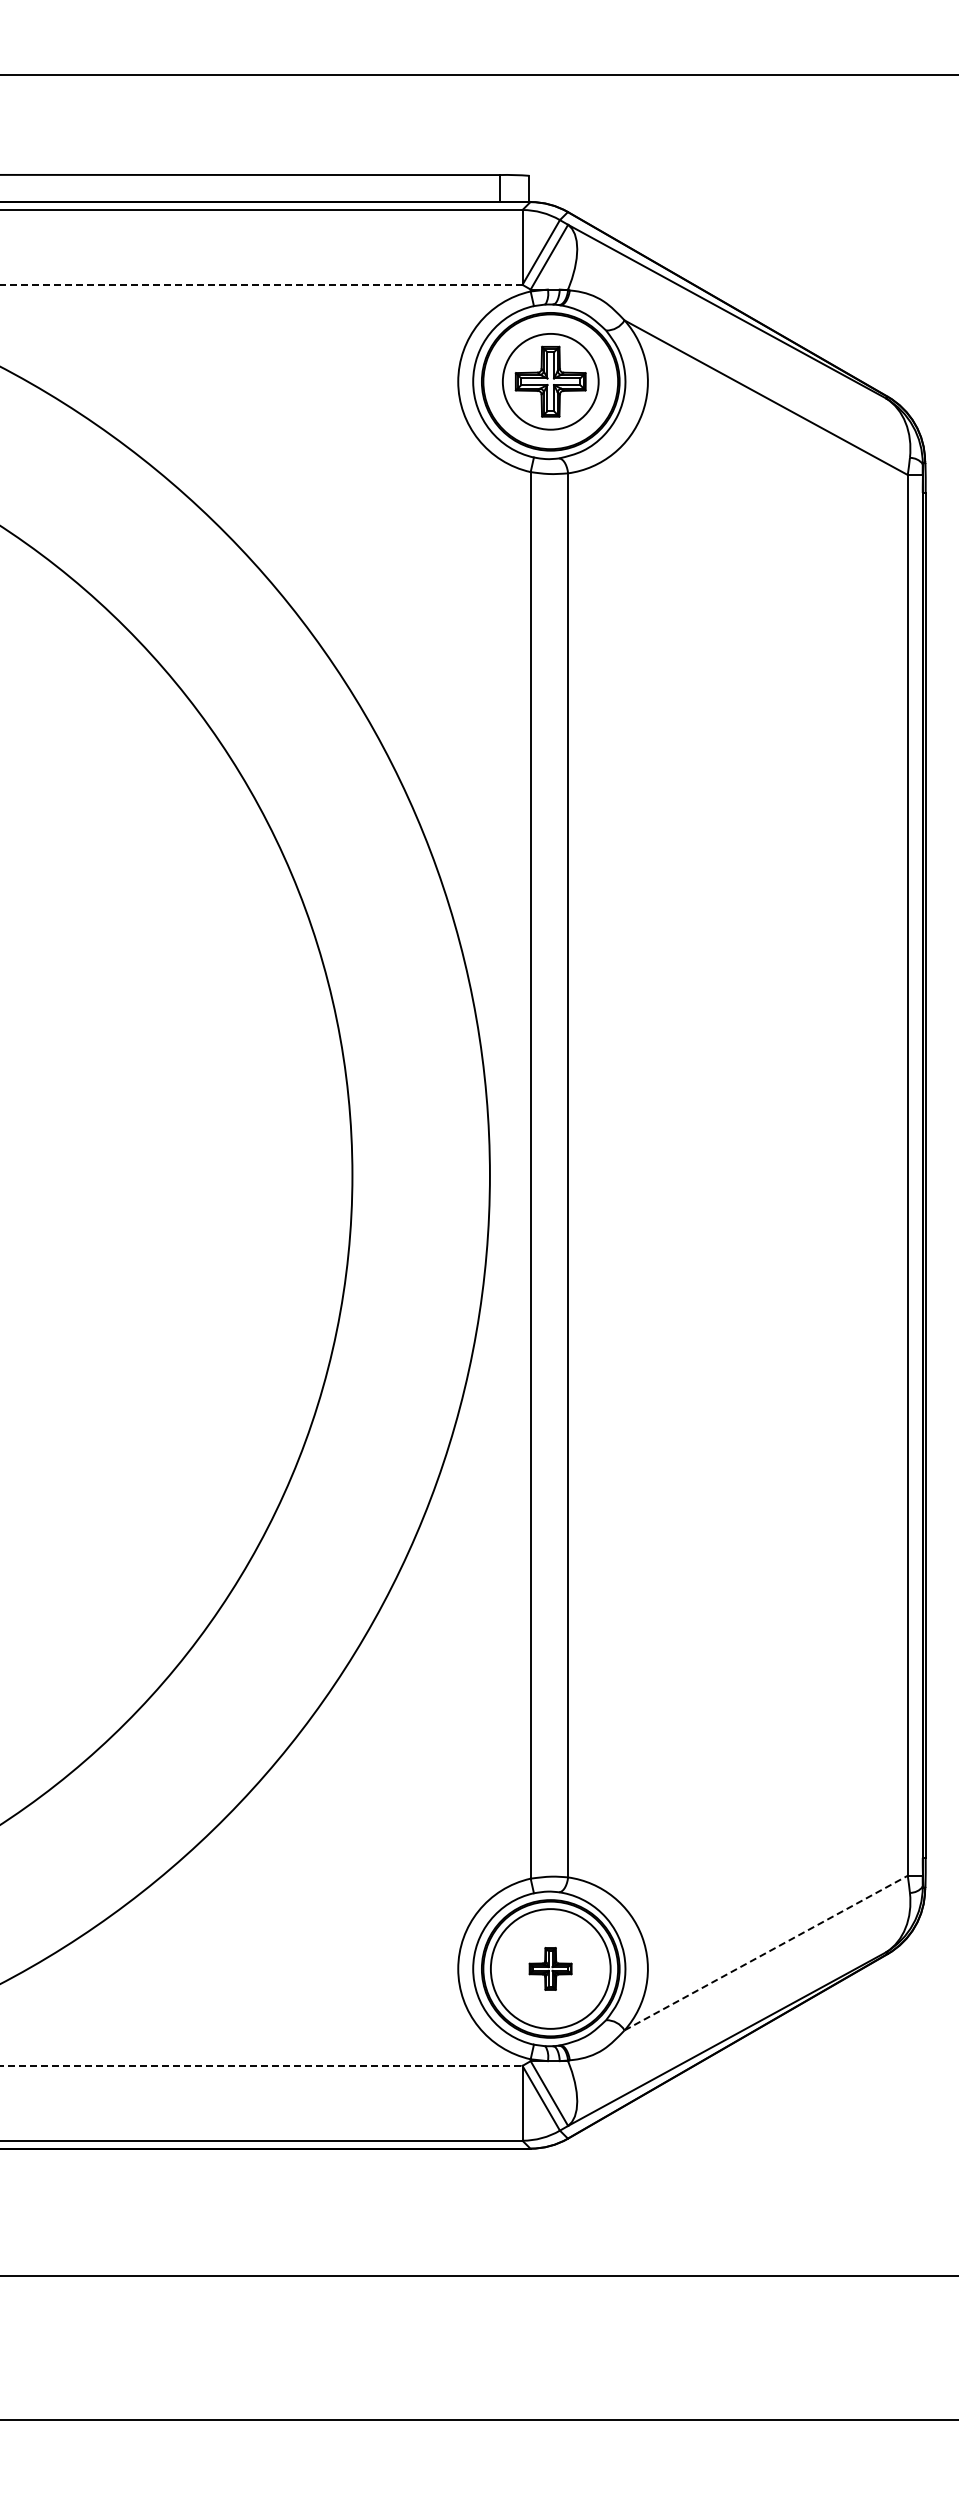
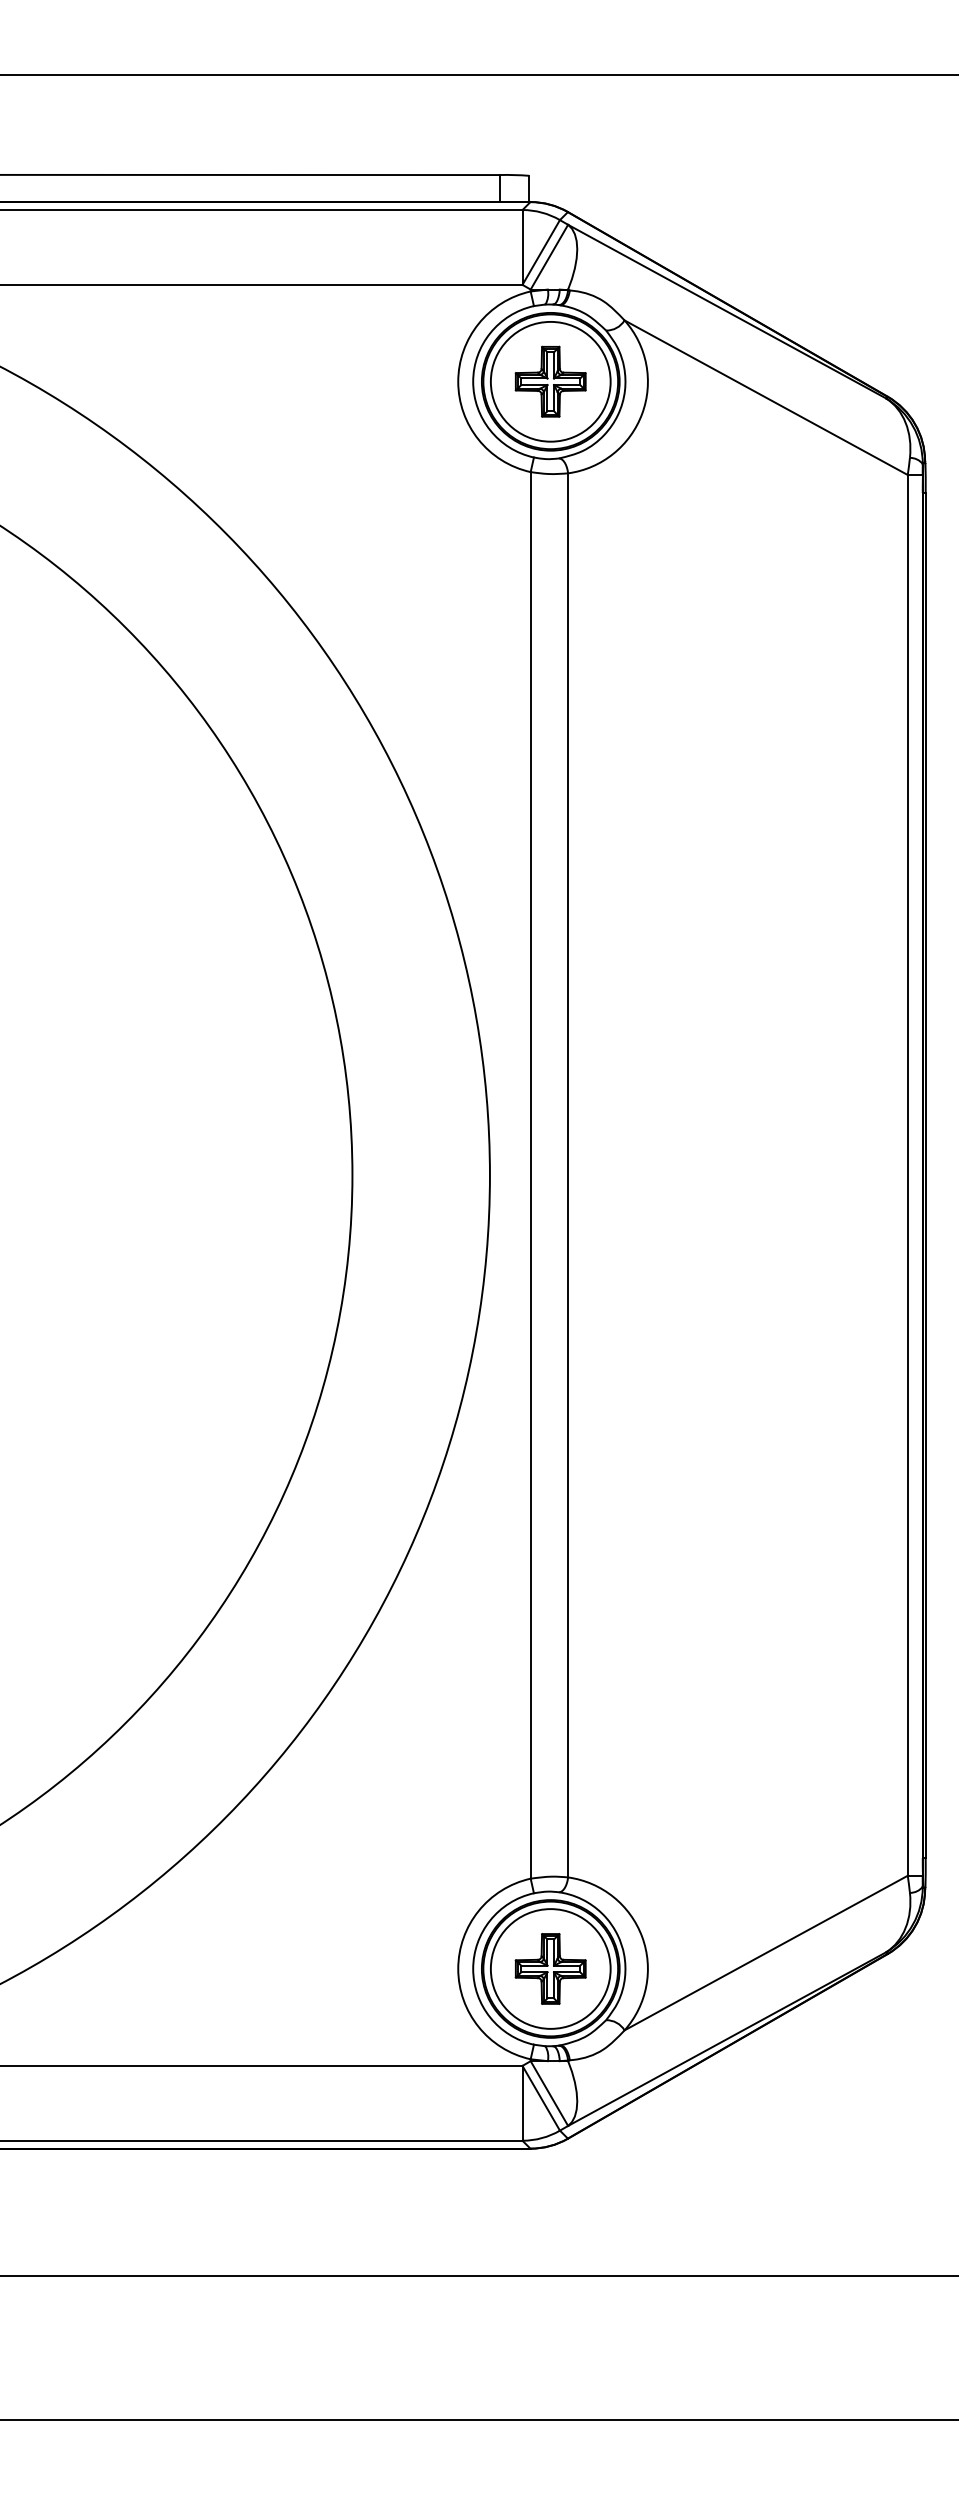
line at (261, 284): dashed -> solid
circle at (550, 381) diameter: 96 px -> 120 px
line at (766, 1952): dashed -> solid
part at (550, 1968) size: 45x44 px -> 73x72 px
line at (261, 2065): dashed -> solid
